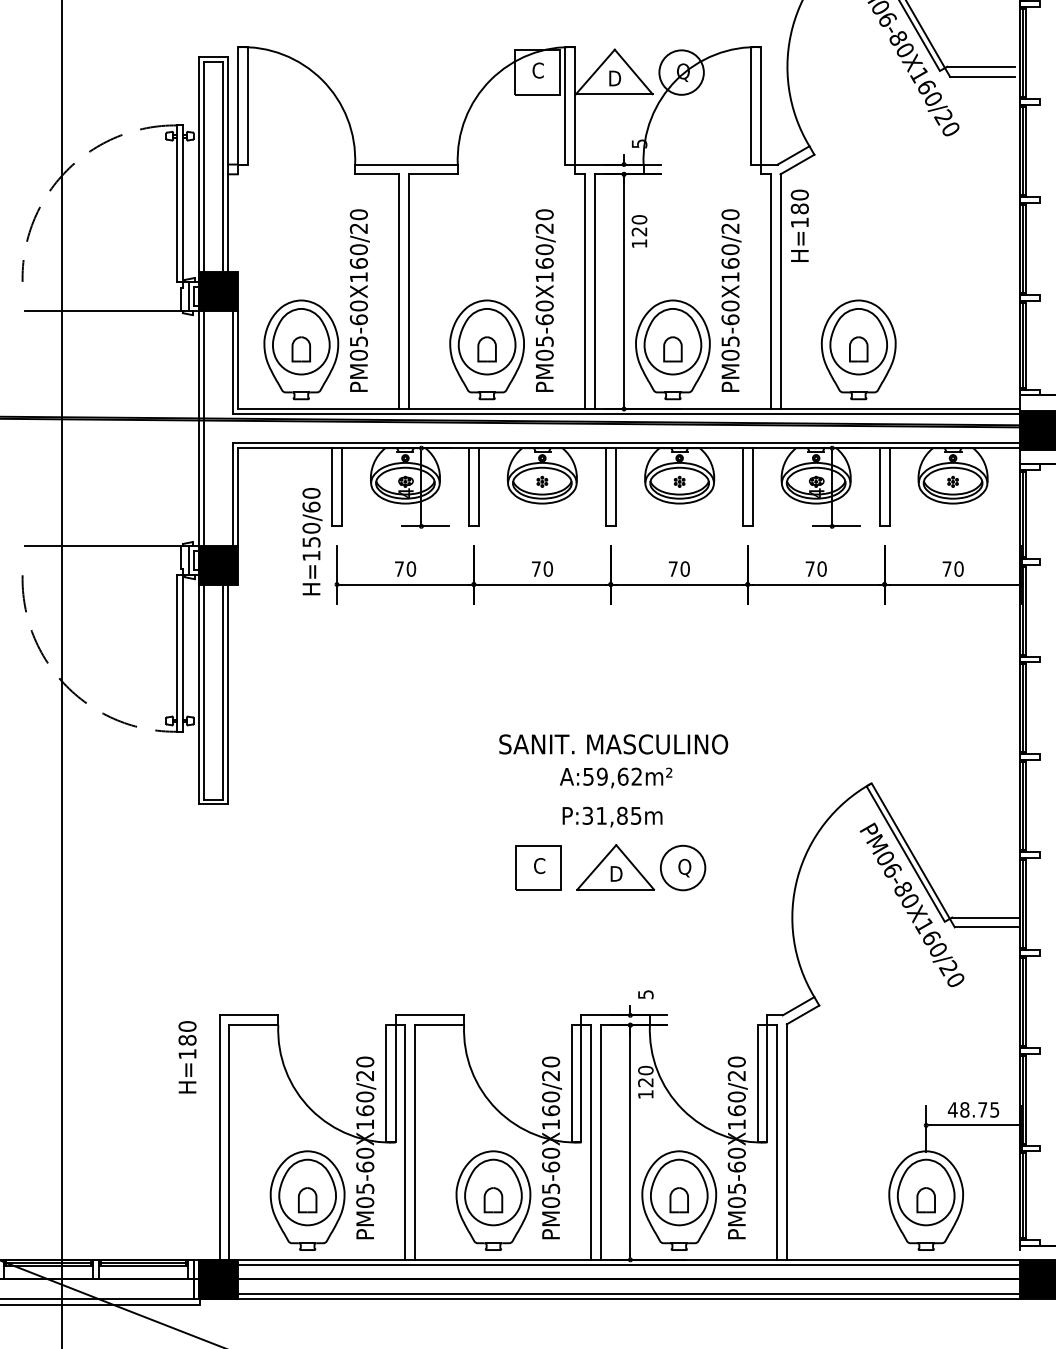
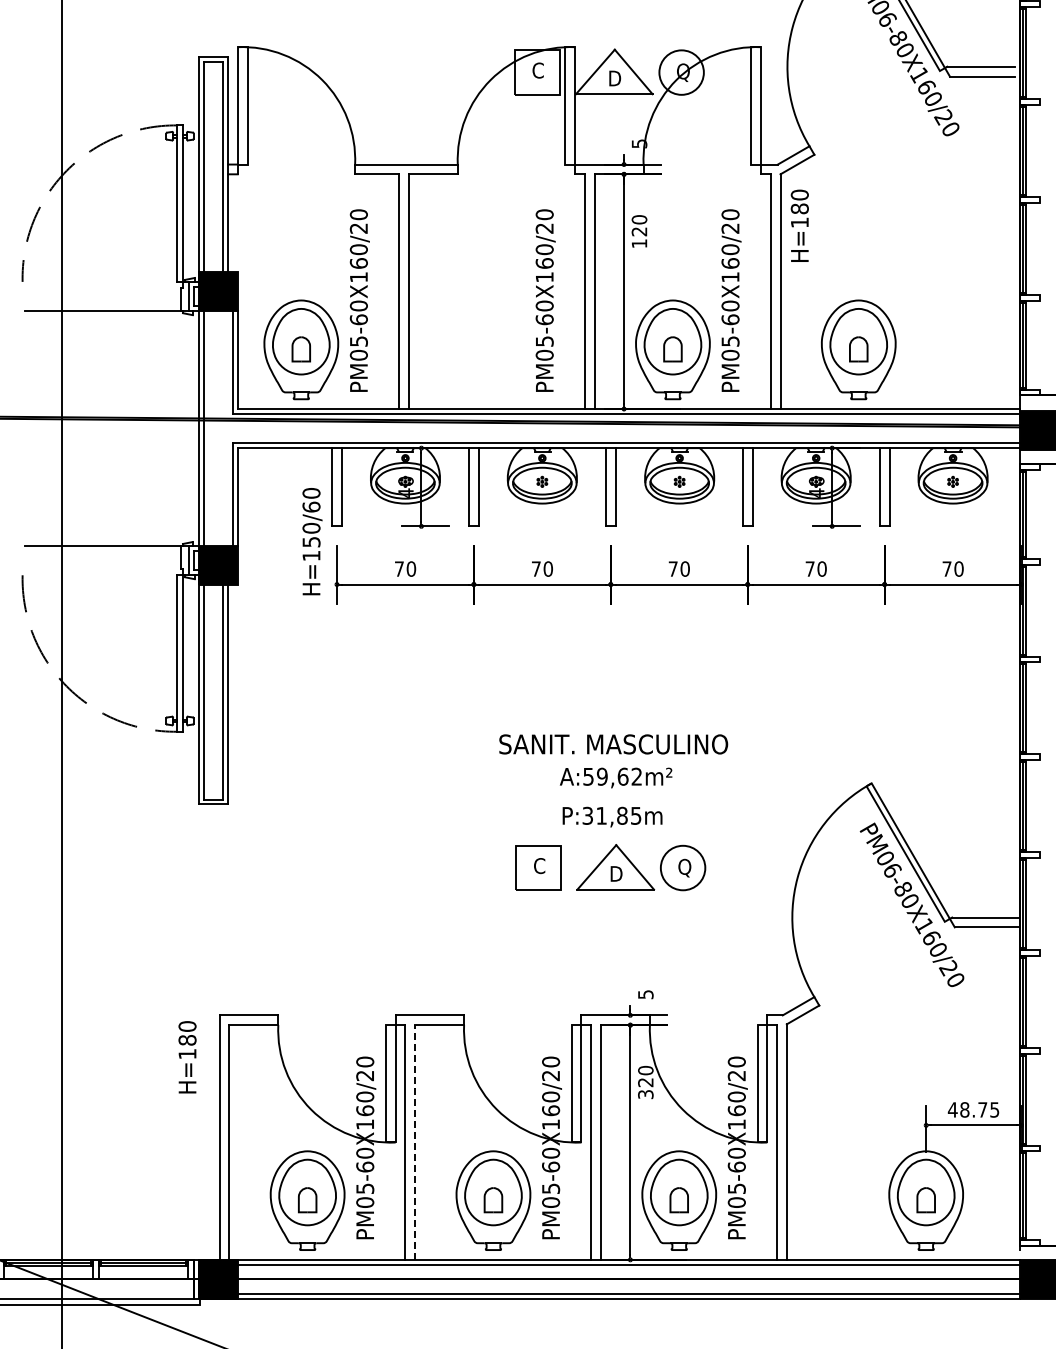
part at (486, 349): present -> none
text at (645, 1094): 120 -> 320
line at (415, 1142): solid -> dashed
